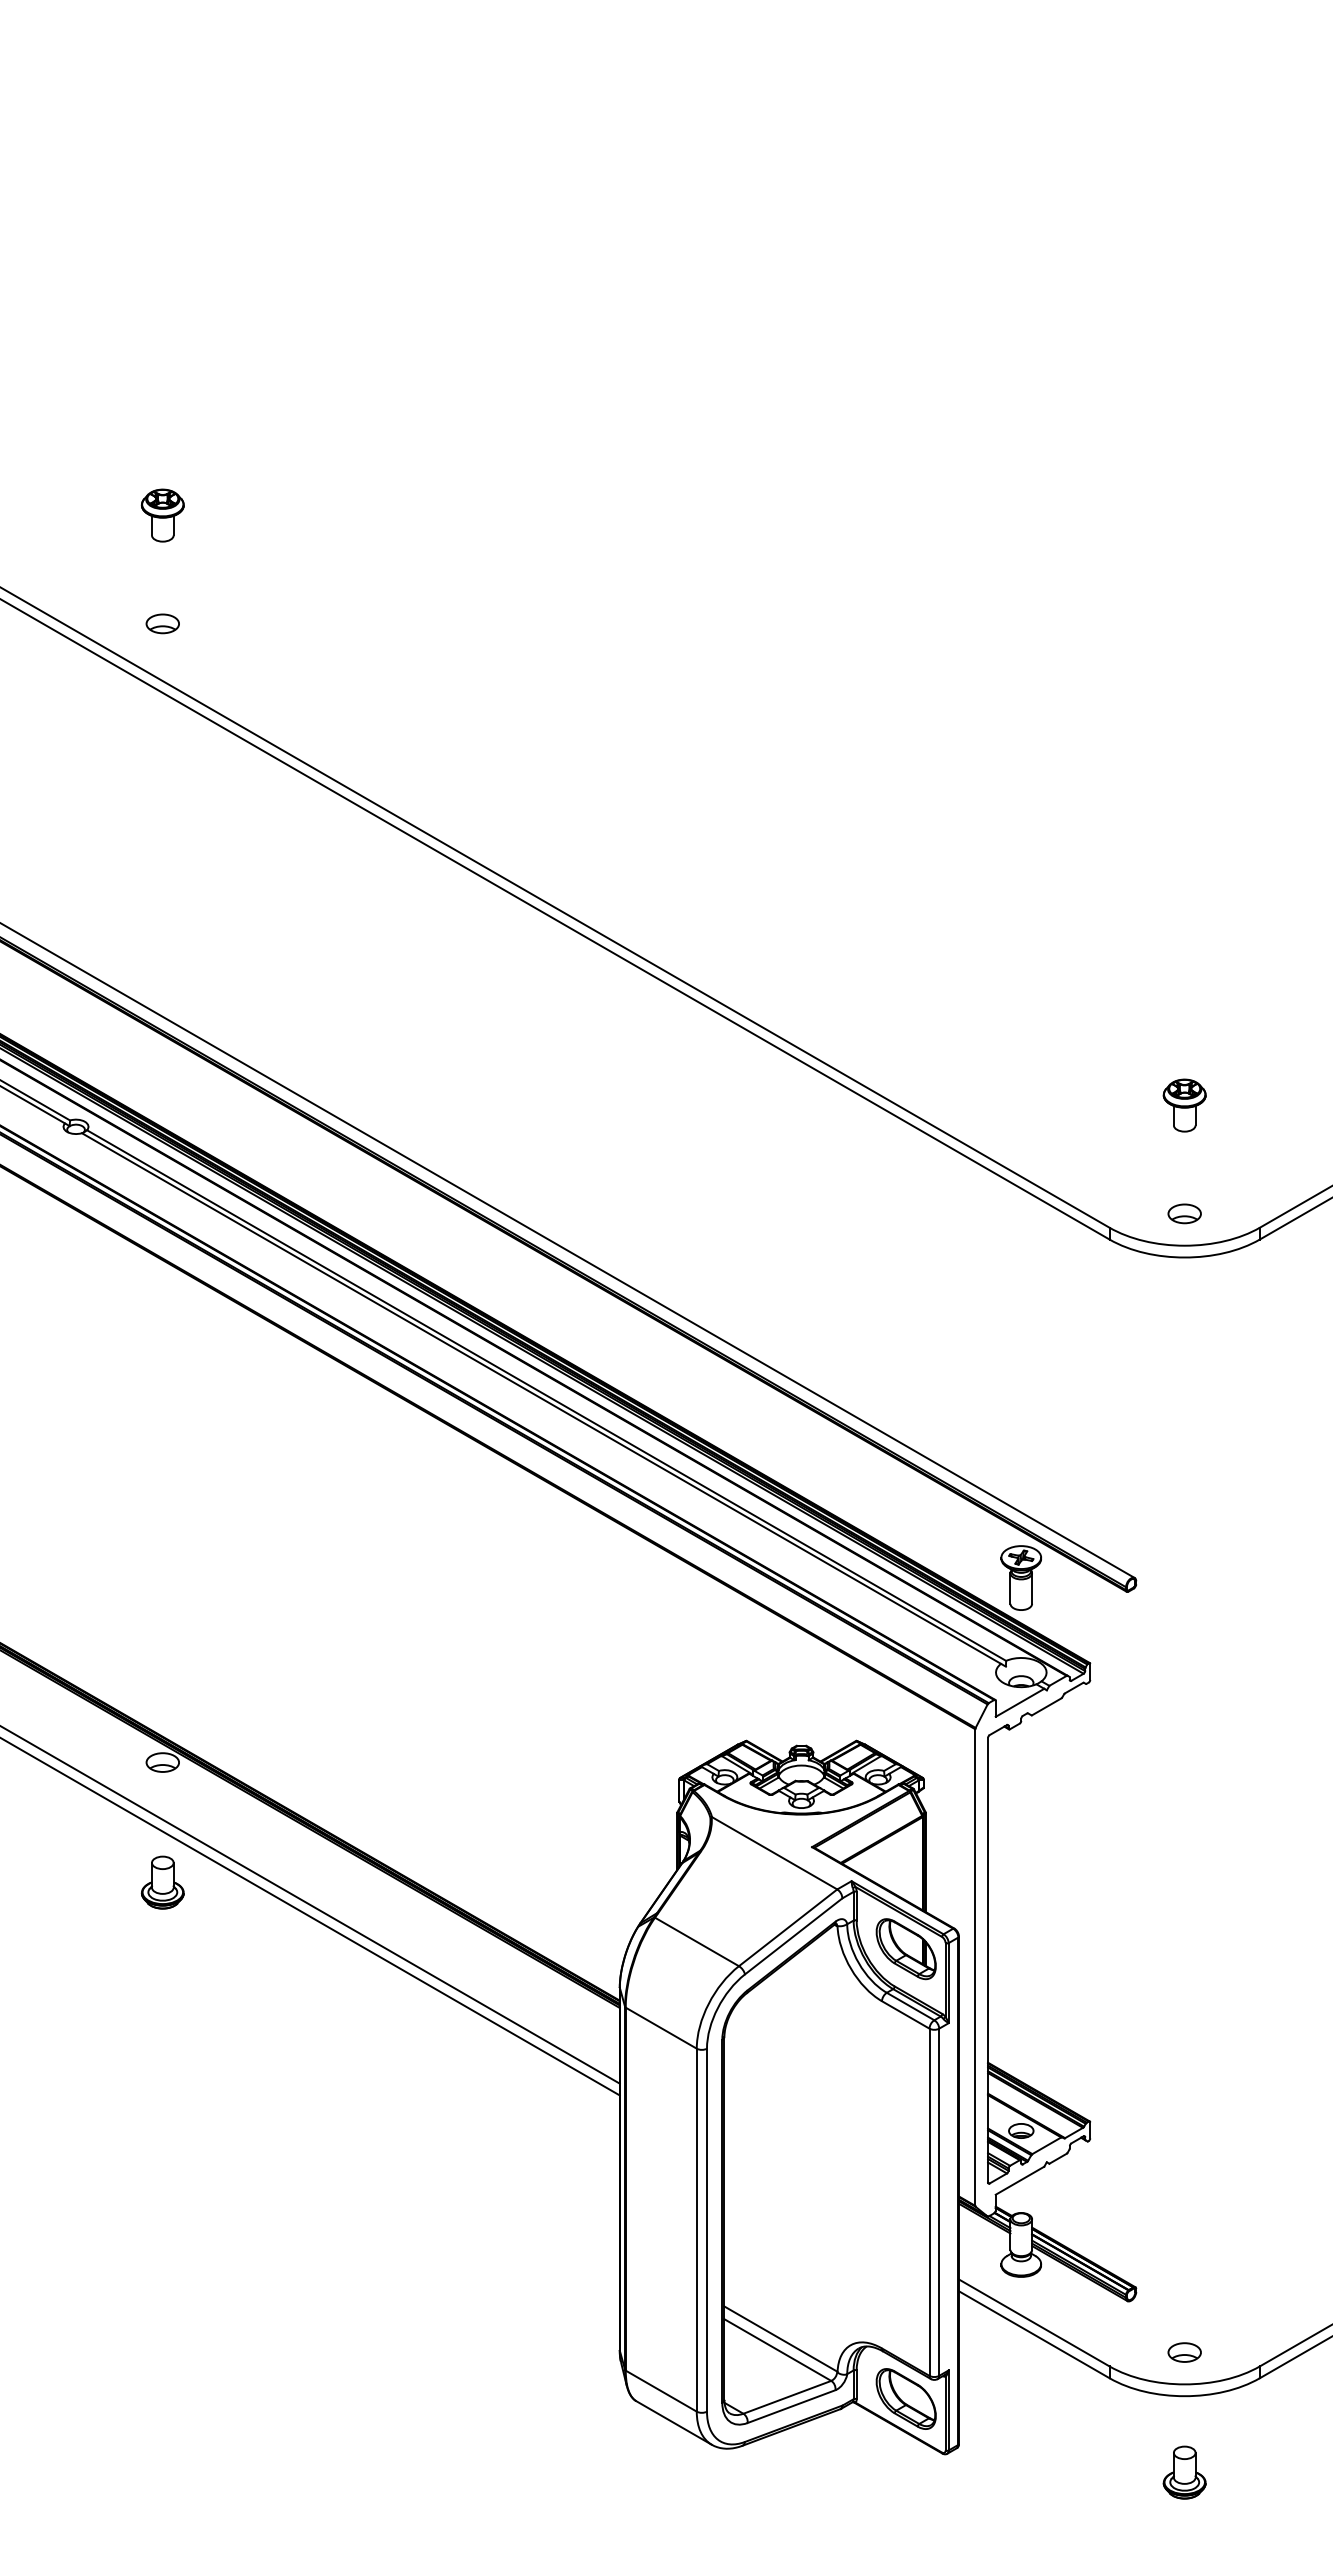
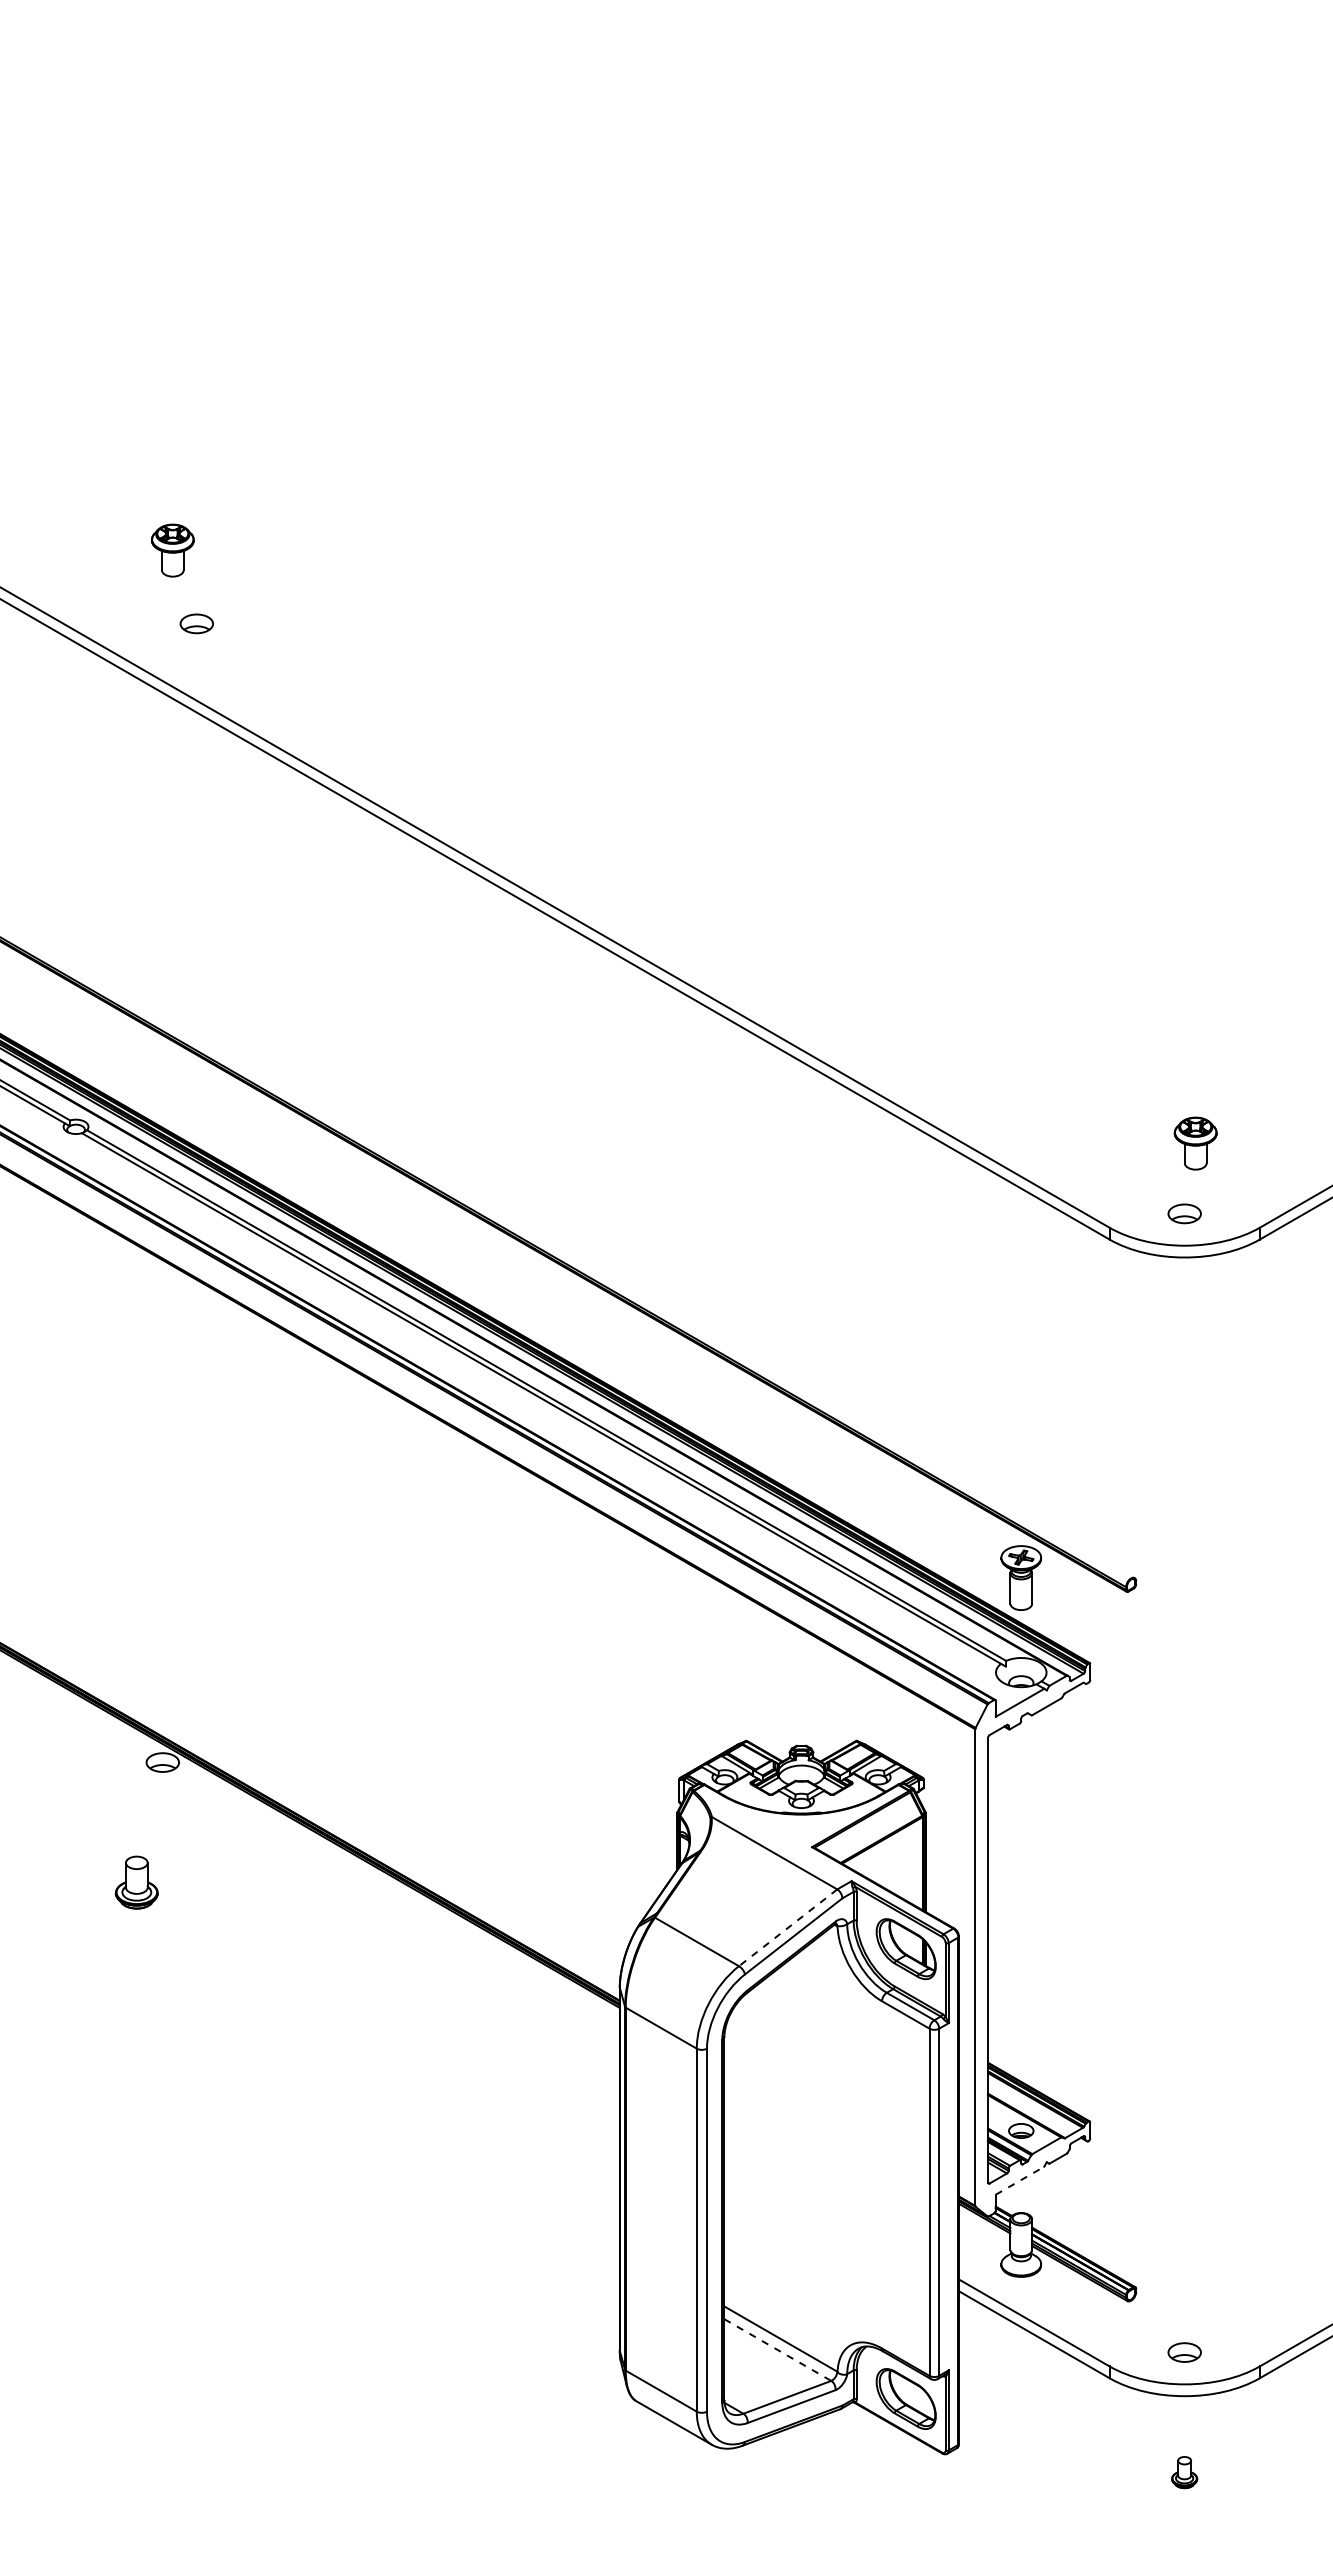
part at (162, 515) position: (162, 515) -> (172, 550)
part at (162, 623) position: (162, 623) -> (196, 623)
part at (1184, 1105) position: (1184, 1105) -> (1195, 1143)
line at (568, 1251): present -> none
part at (162, 1882) position: (162, 1882) -> (136, 1882)
line at (310, 1905): present -> none
line at (310, 1916): present -> none
line at (787, 1928): solid -> dashed
line at (1020, 2180): solid -> dashed
line at (777, 2350): solid -> dashed
part at (1184, 2472) size: 45x55 px -> 28x34 px
